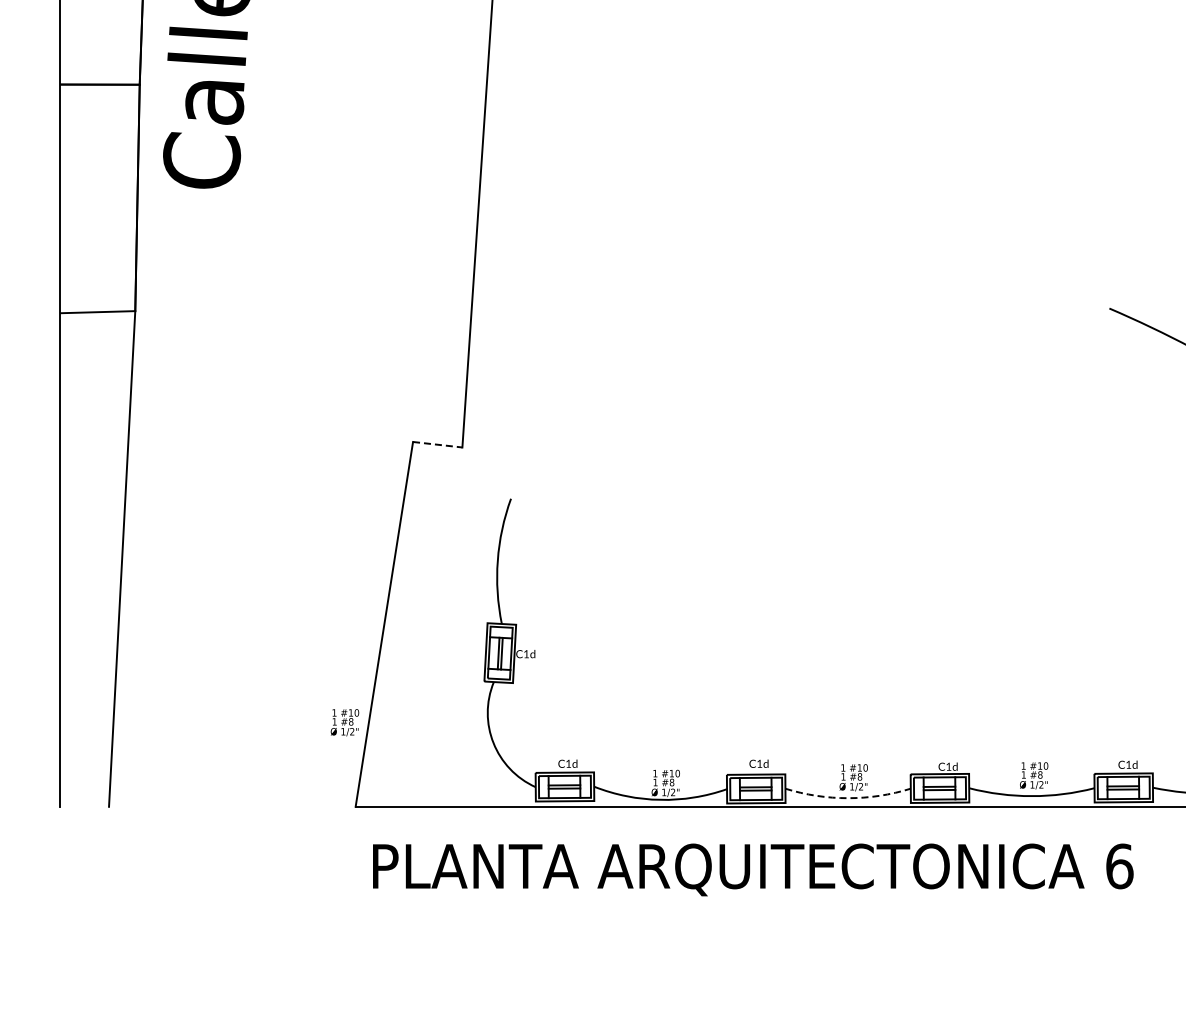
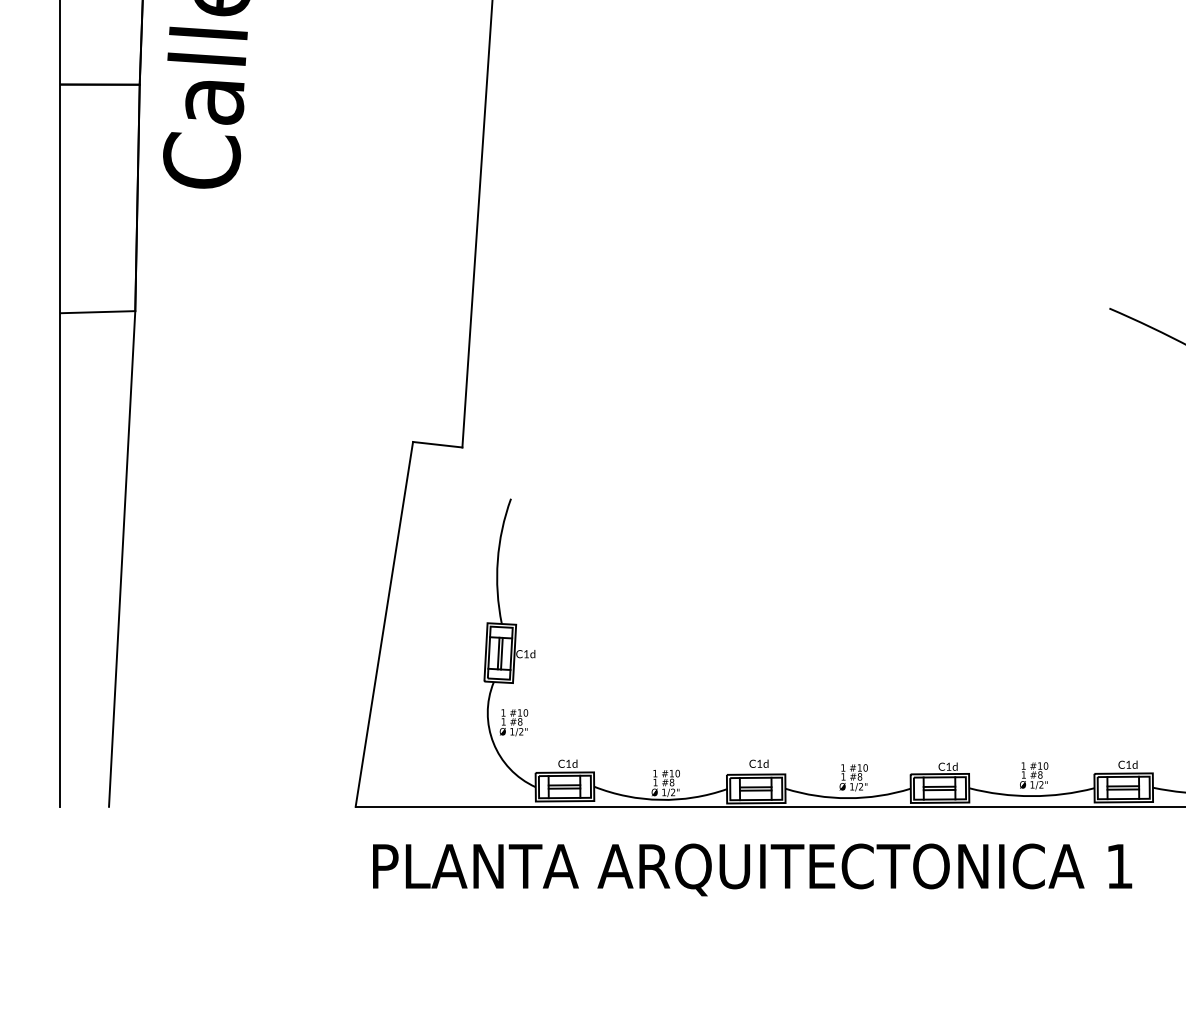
line at (437, 444): dashed -> solid
text at (344, 722) position: (344, 722) -> (513, 722)
arc at (848, 798): dashed -> solid
text at (1119, 866): 6 -> 1
